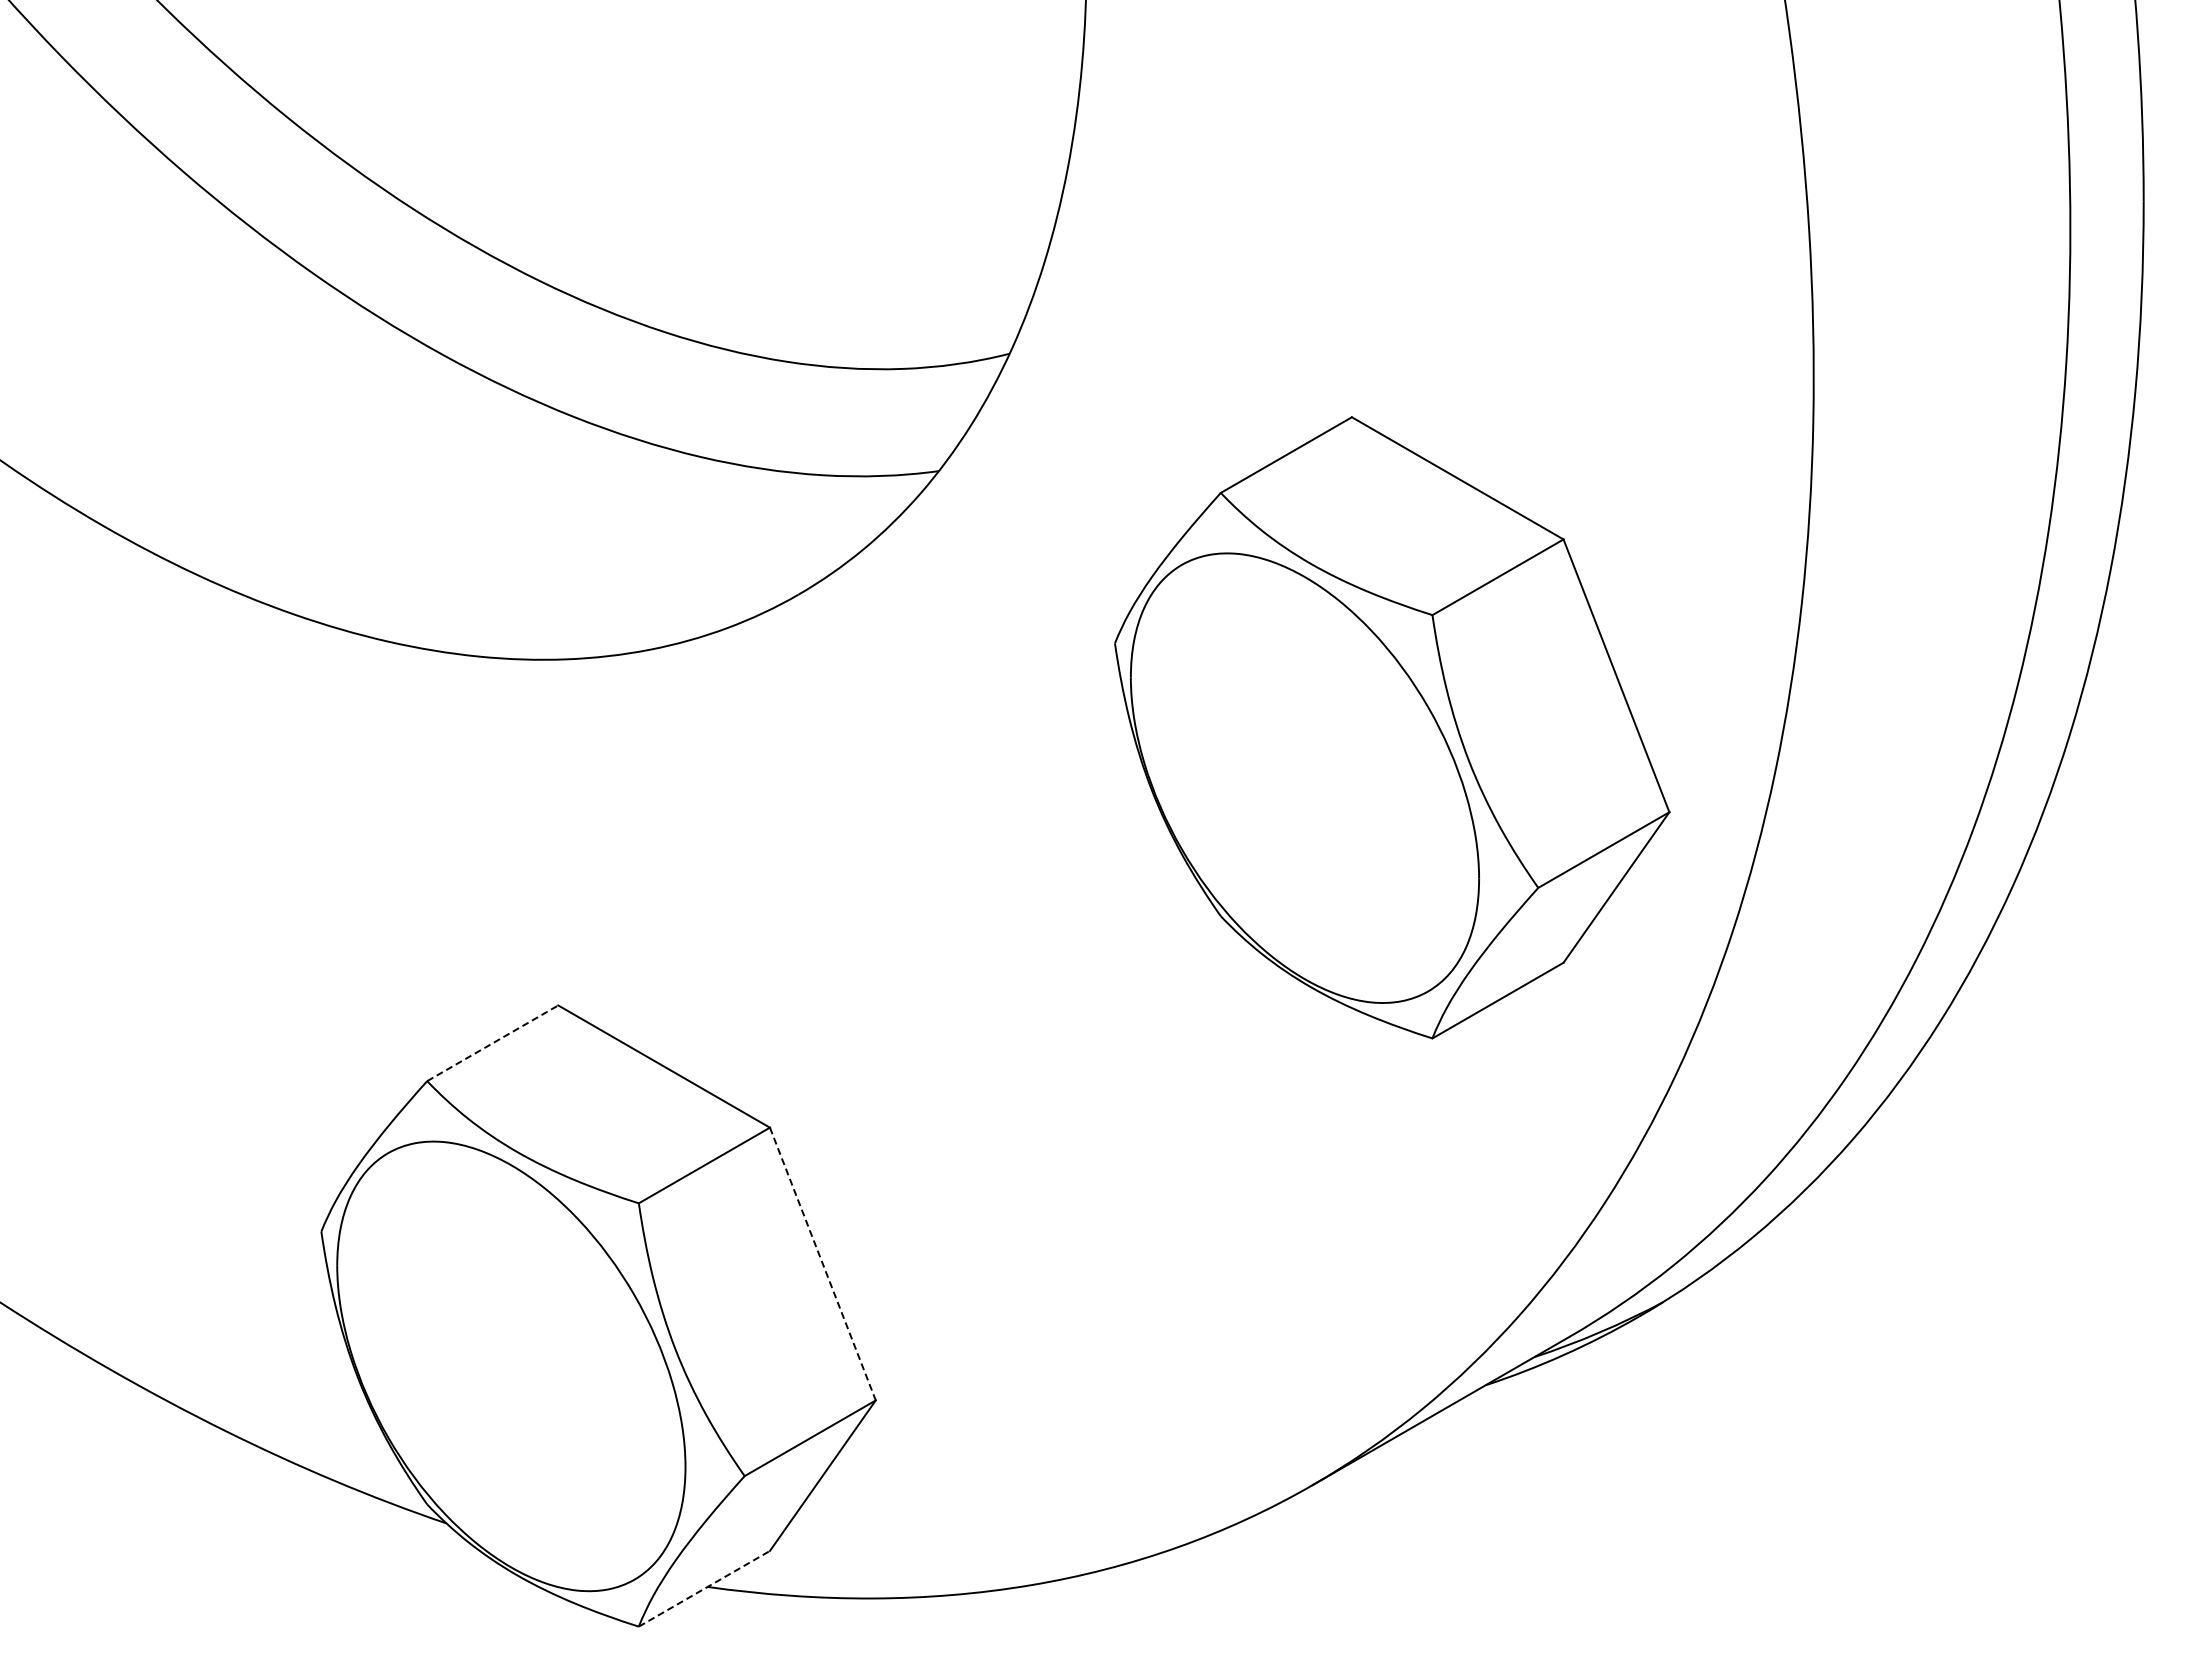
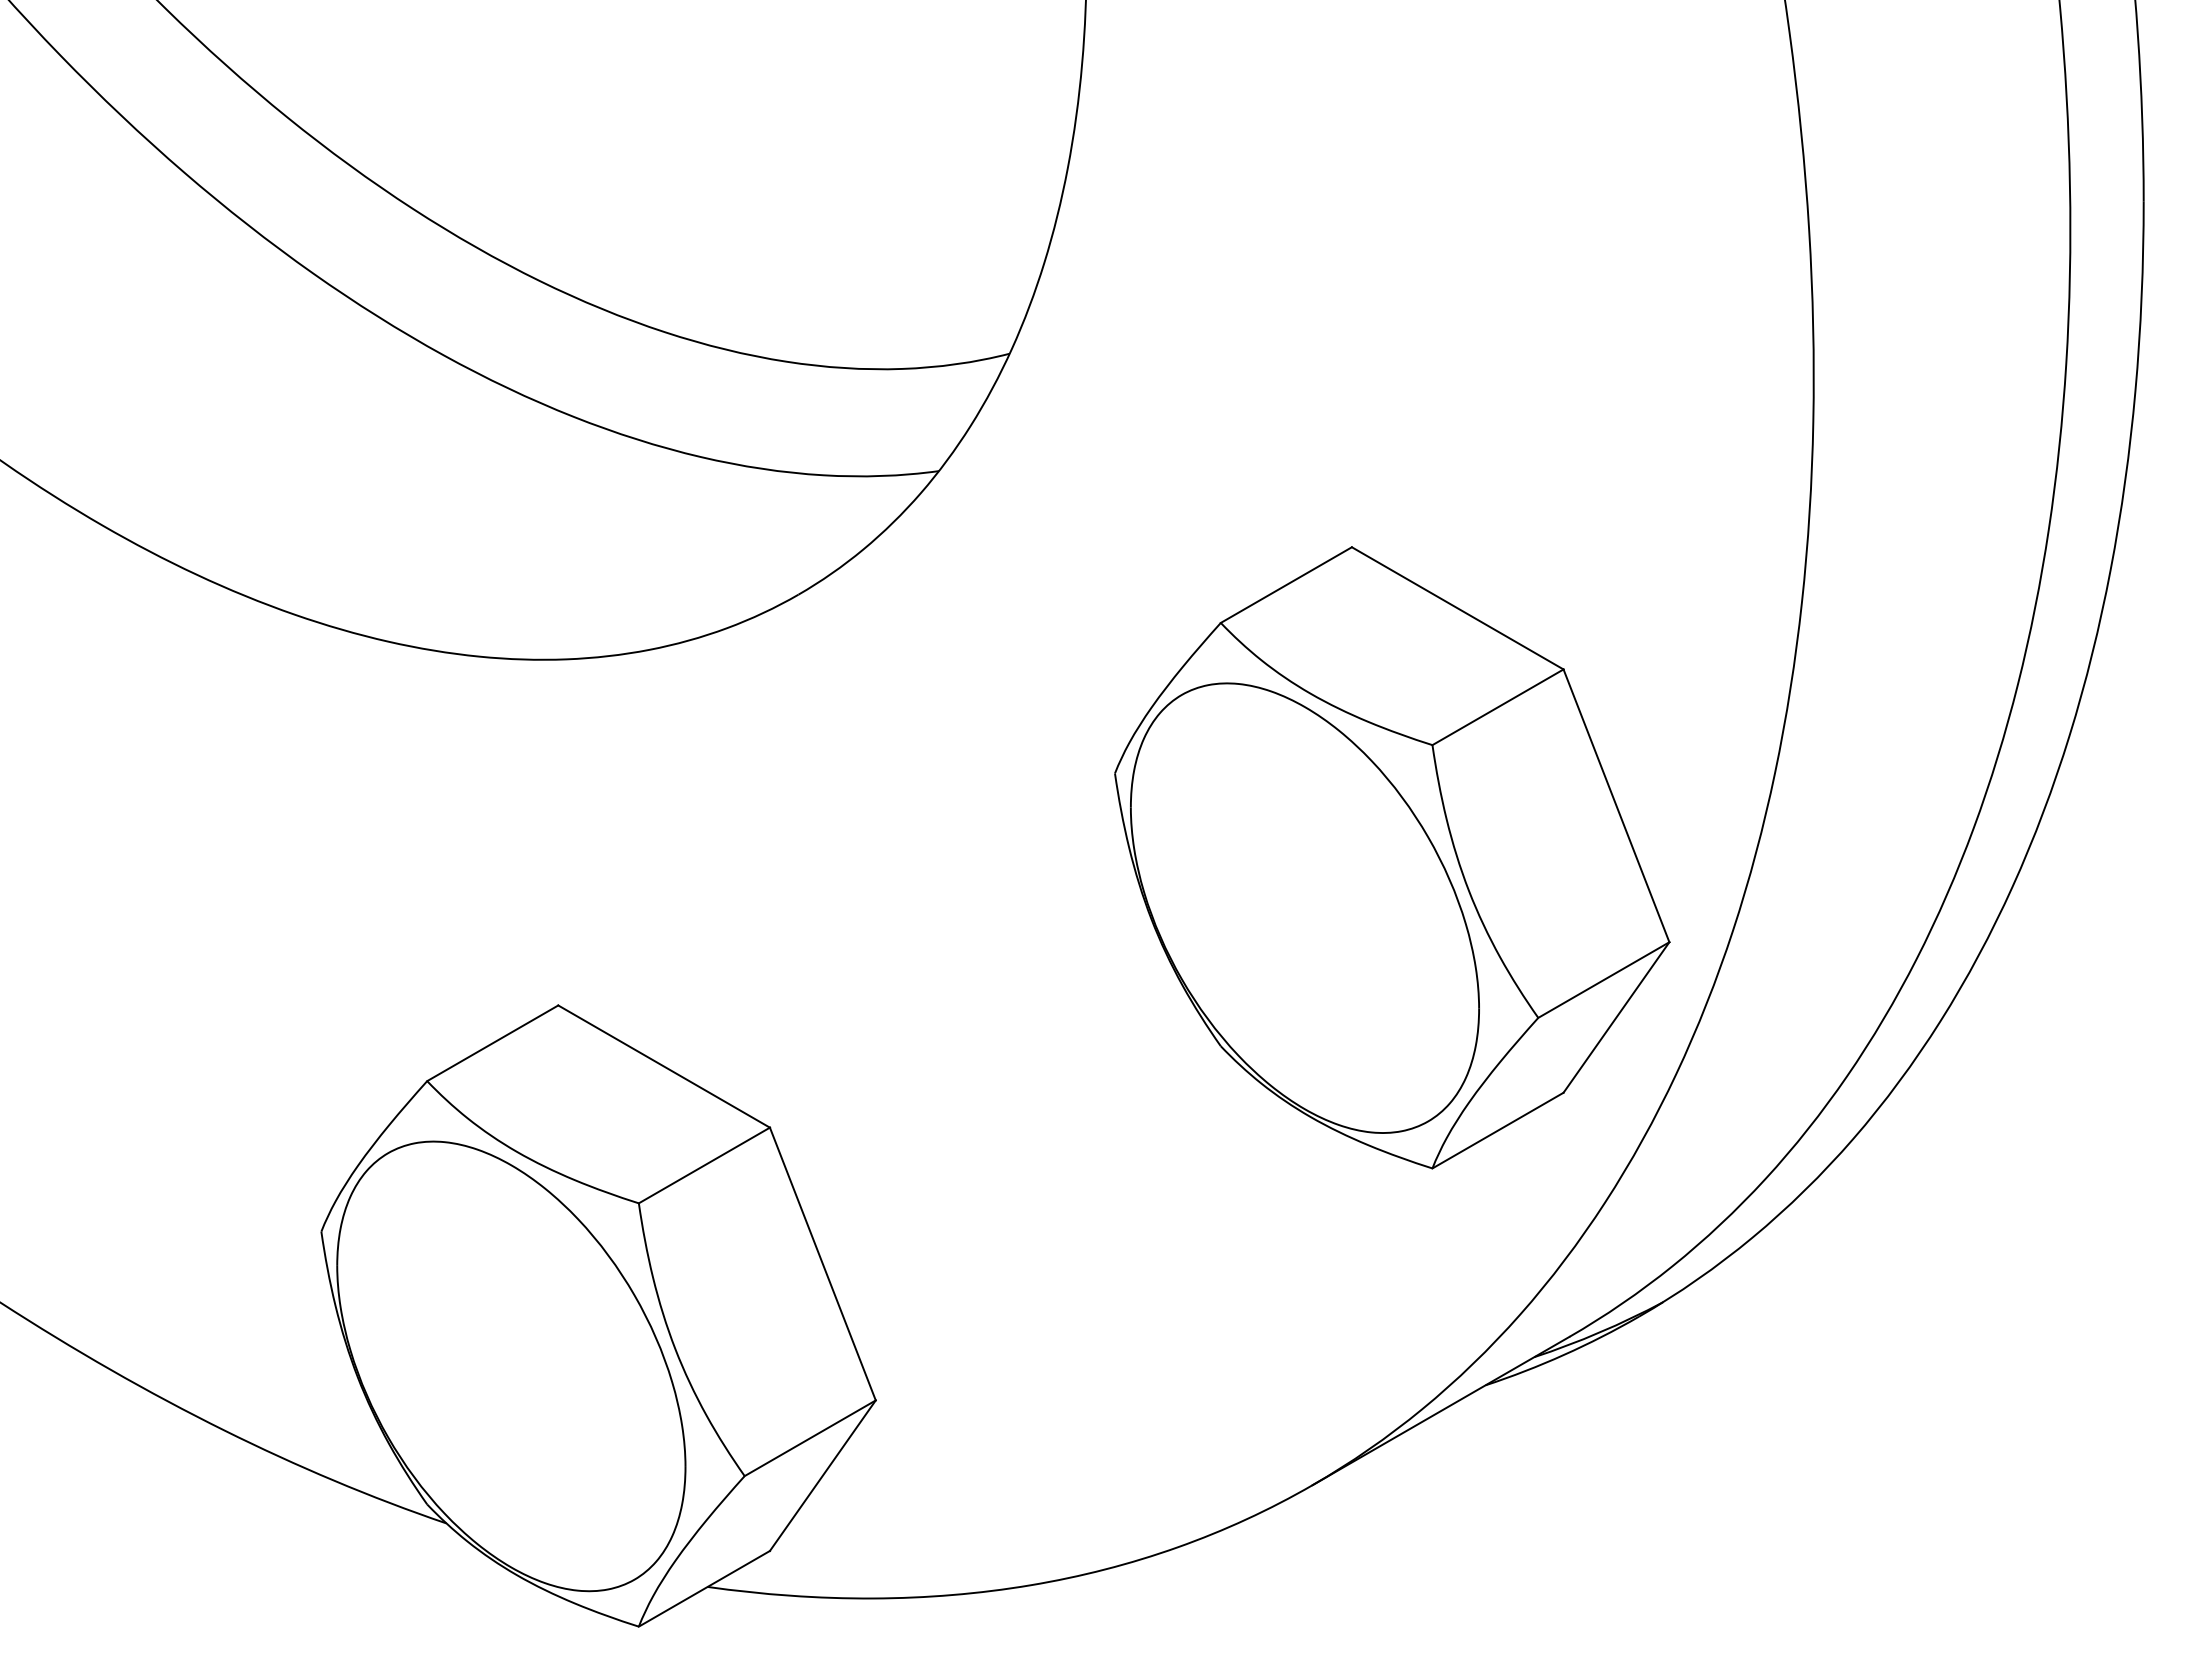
part at (1392, 727) position: (1392, 727) -> (1392, 857)
line at (492, 1043): dashed -> solid
line at (823, 1264): dashed -> solid
line at (704, 1588): dashed -> solid
